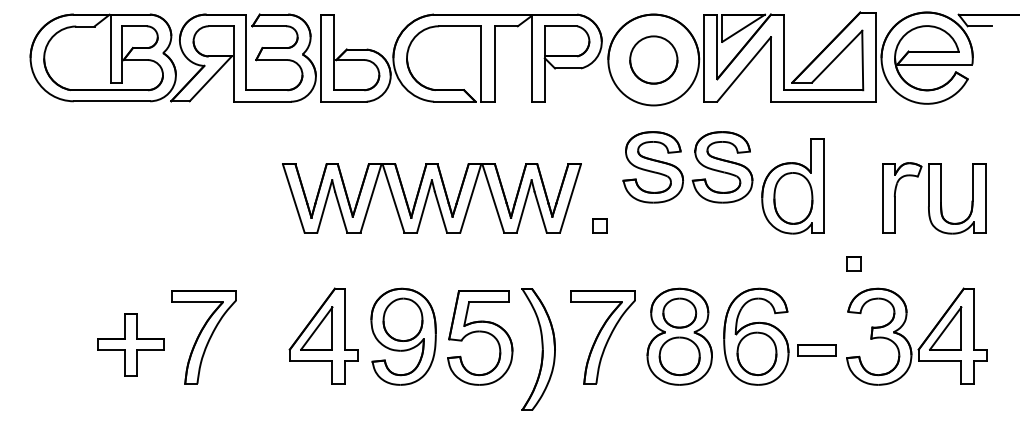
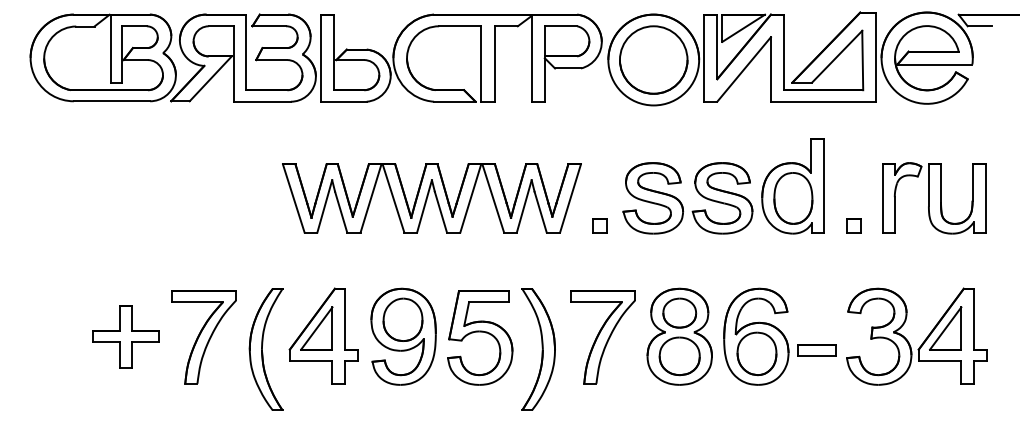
circle at (653, 59) size: 50x50 px -> 70x70 px
part at (682, 172) position: (682, 172) -> (682, 203)
part at (853, 263) position: (853, 263) -> (853, 225)
part at (130, 344) position: (130, 344) -> (125, 336)
part at (265, 349): none -> present
